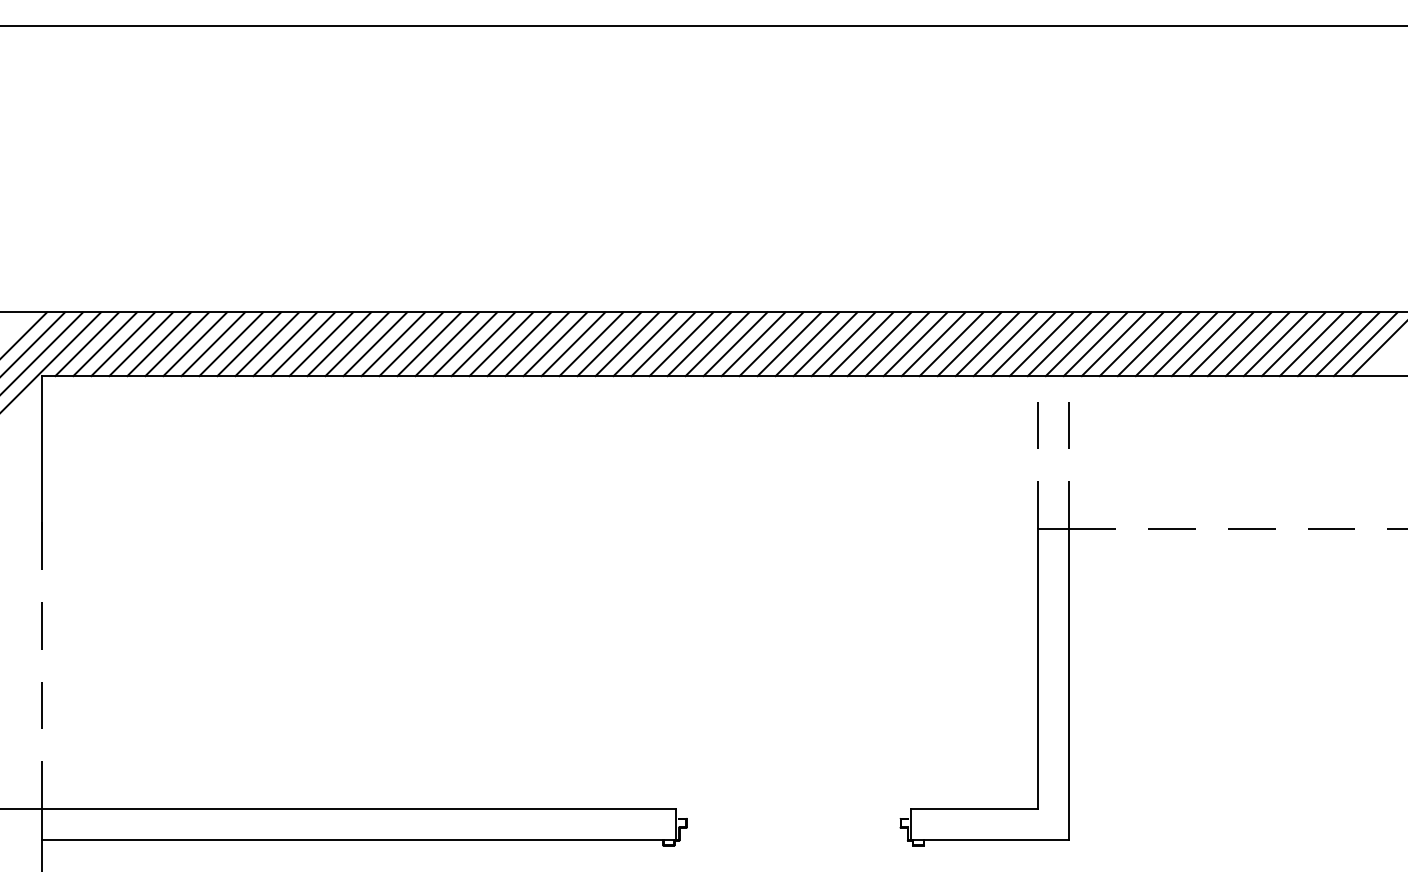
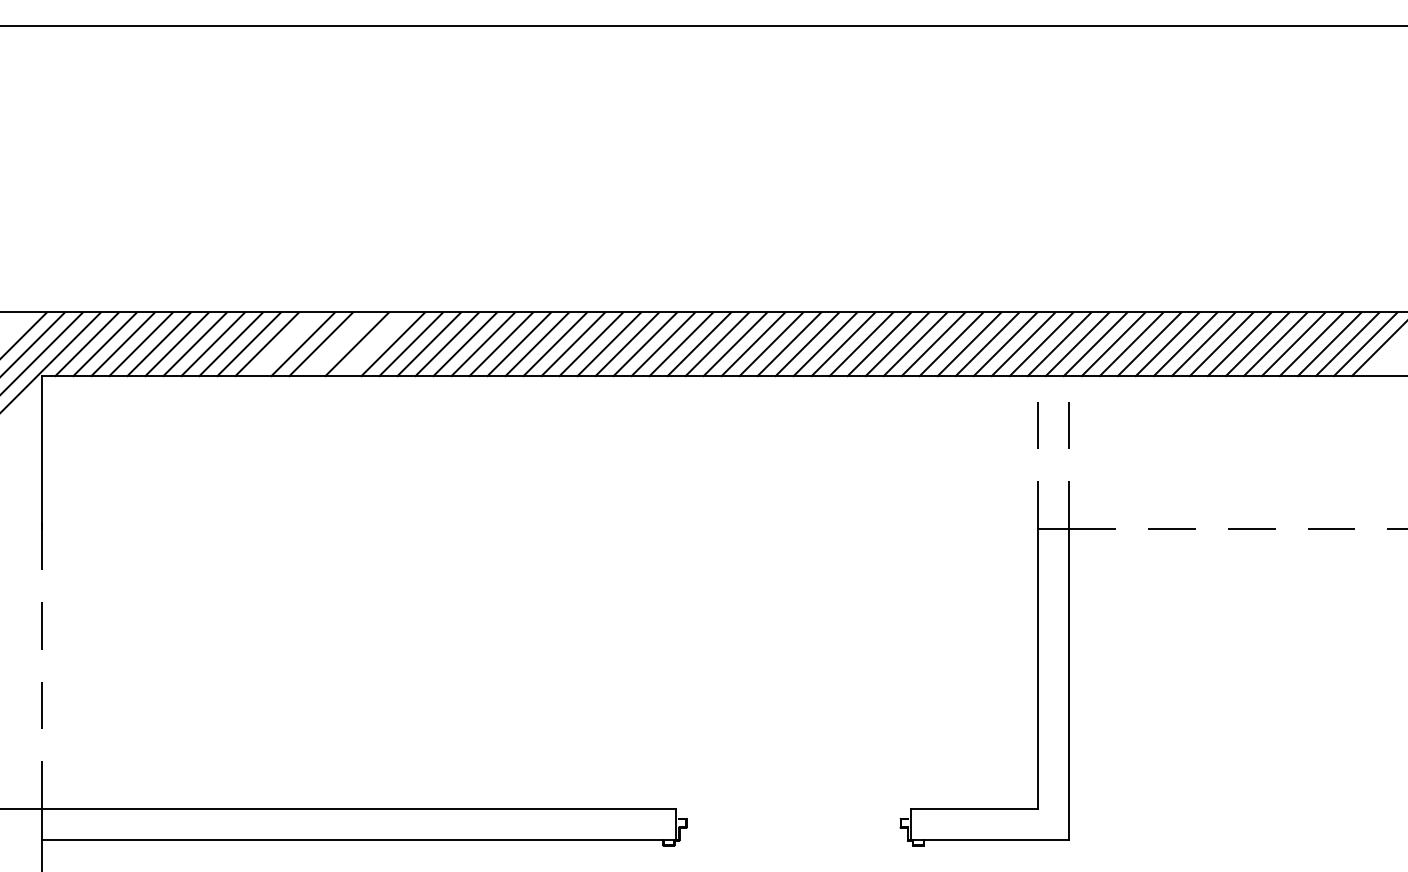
line at (285, 344): present -> none
line at (339, 344): present -> none
line at (375, 344): present -> none
